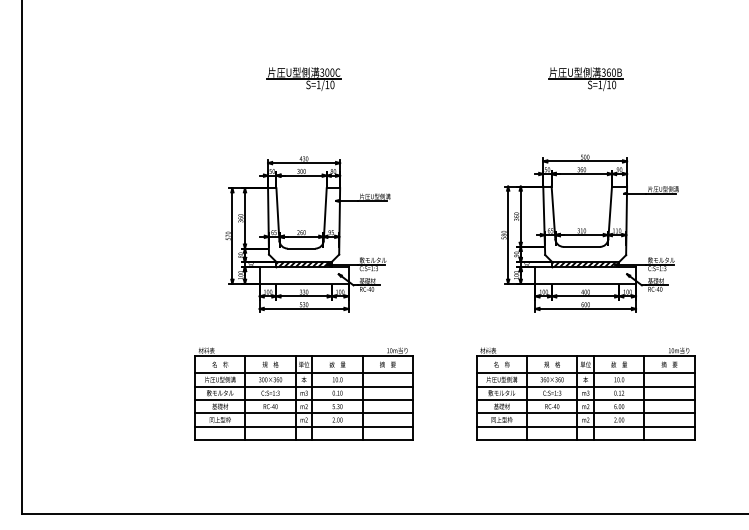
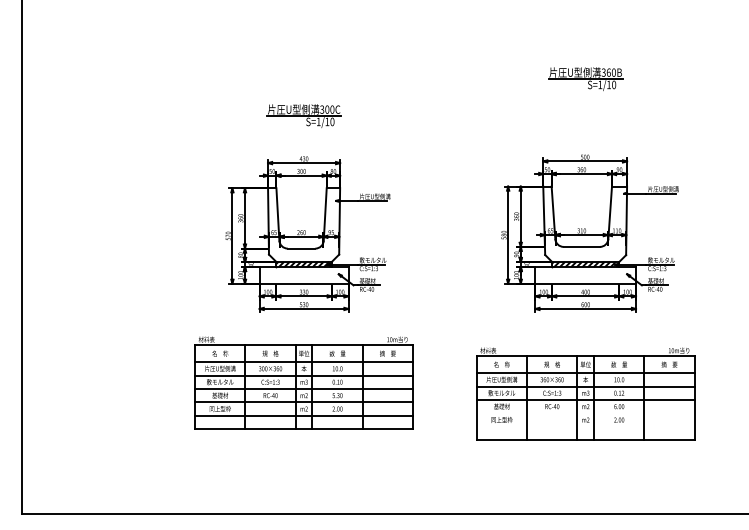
part at (303, 78) position: (303, 78) -> (303, 115)
part at (303, 393) position: (303, 393) -> (303, 382)
line at (585, 413): present -> none
line at (585, 426): present -> none
